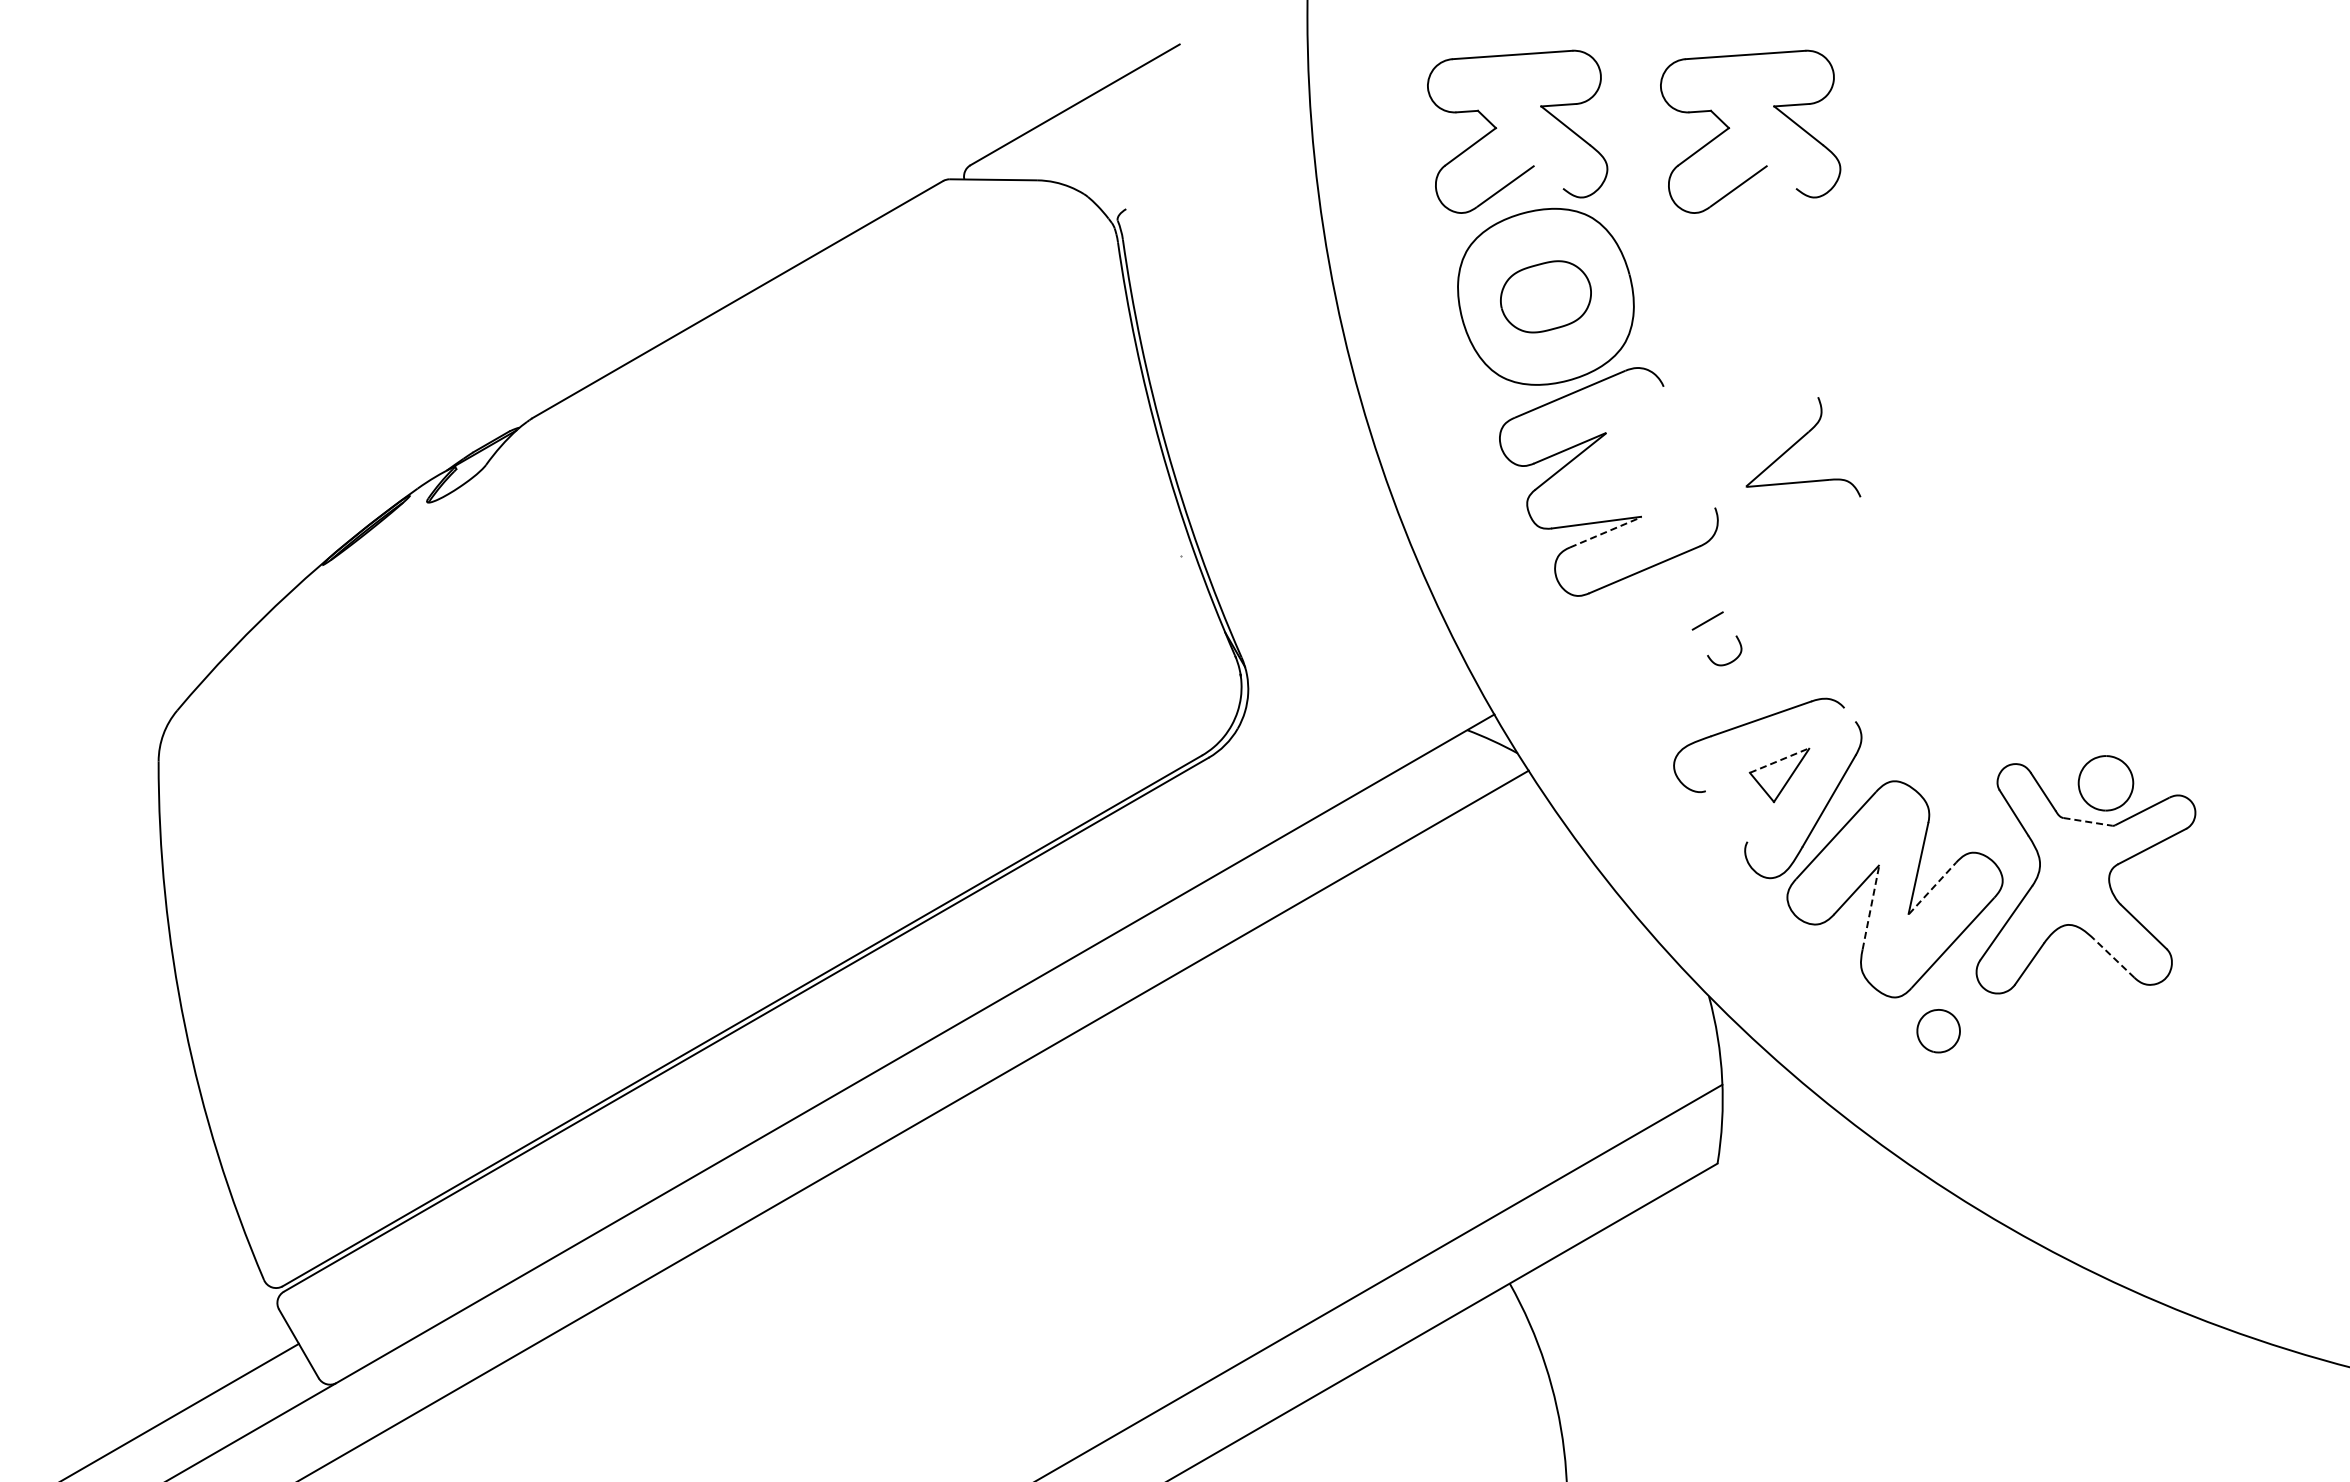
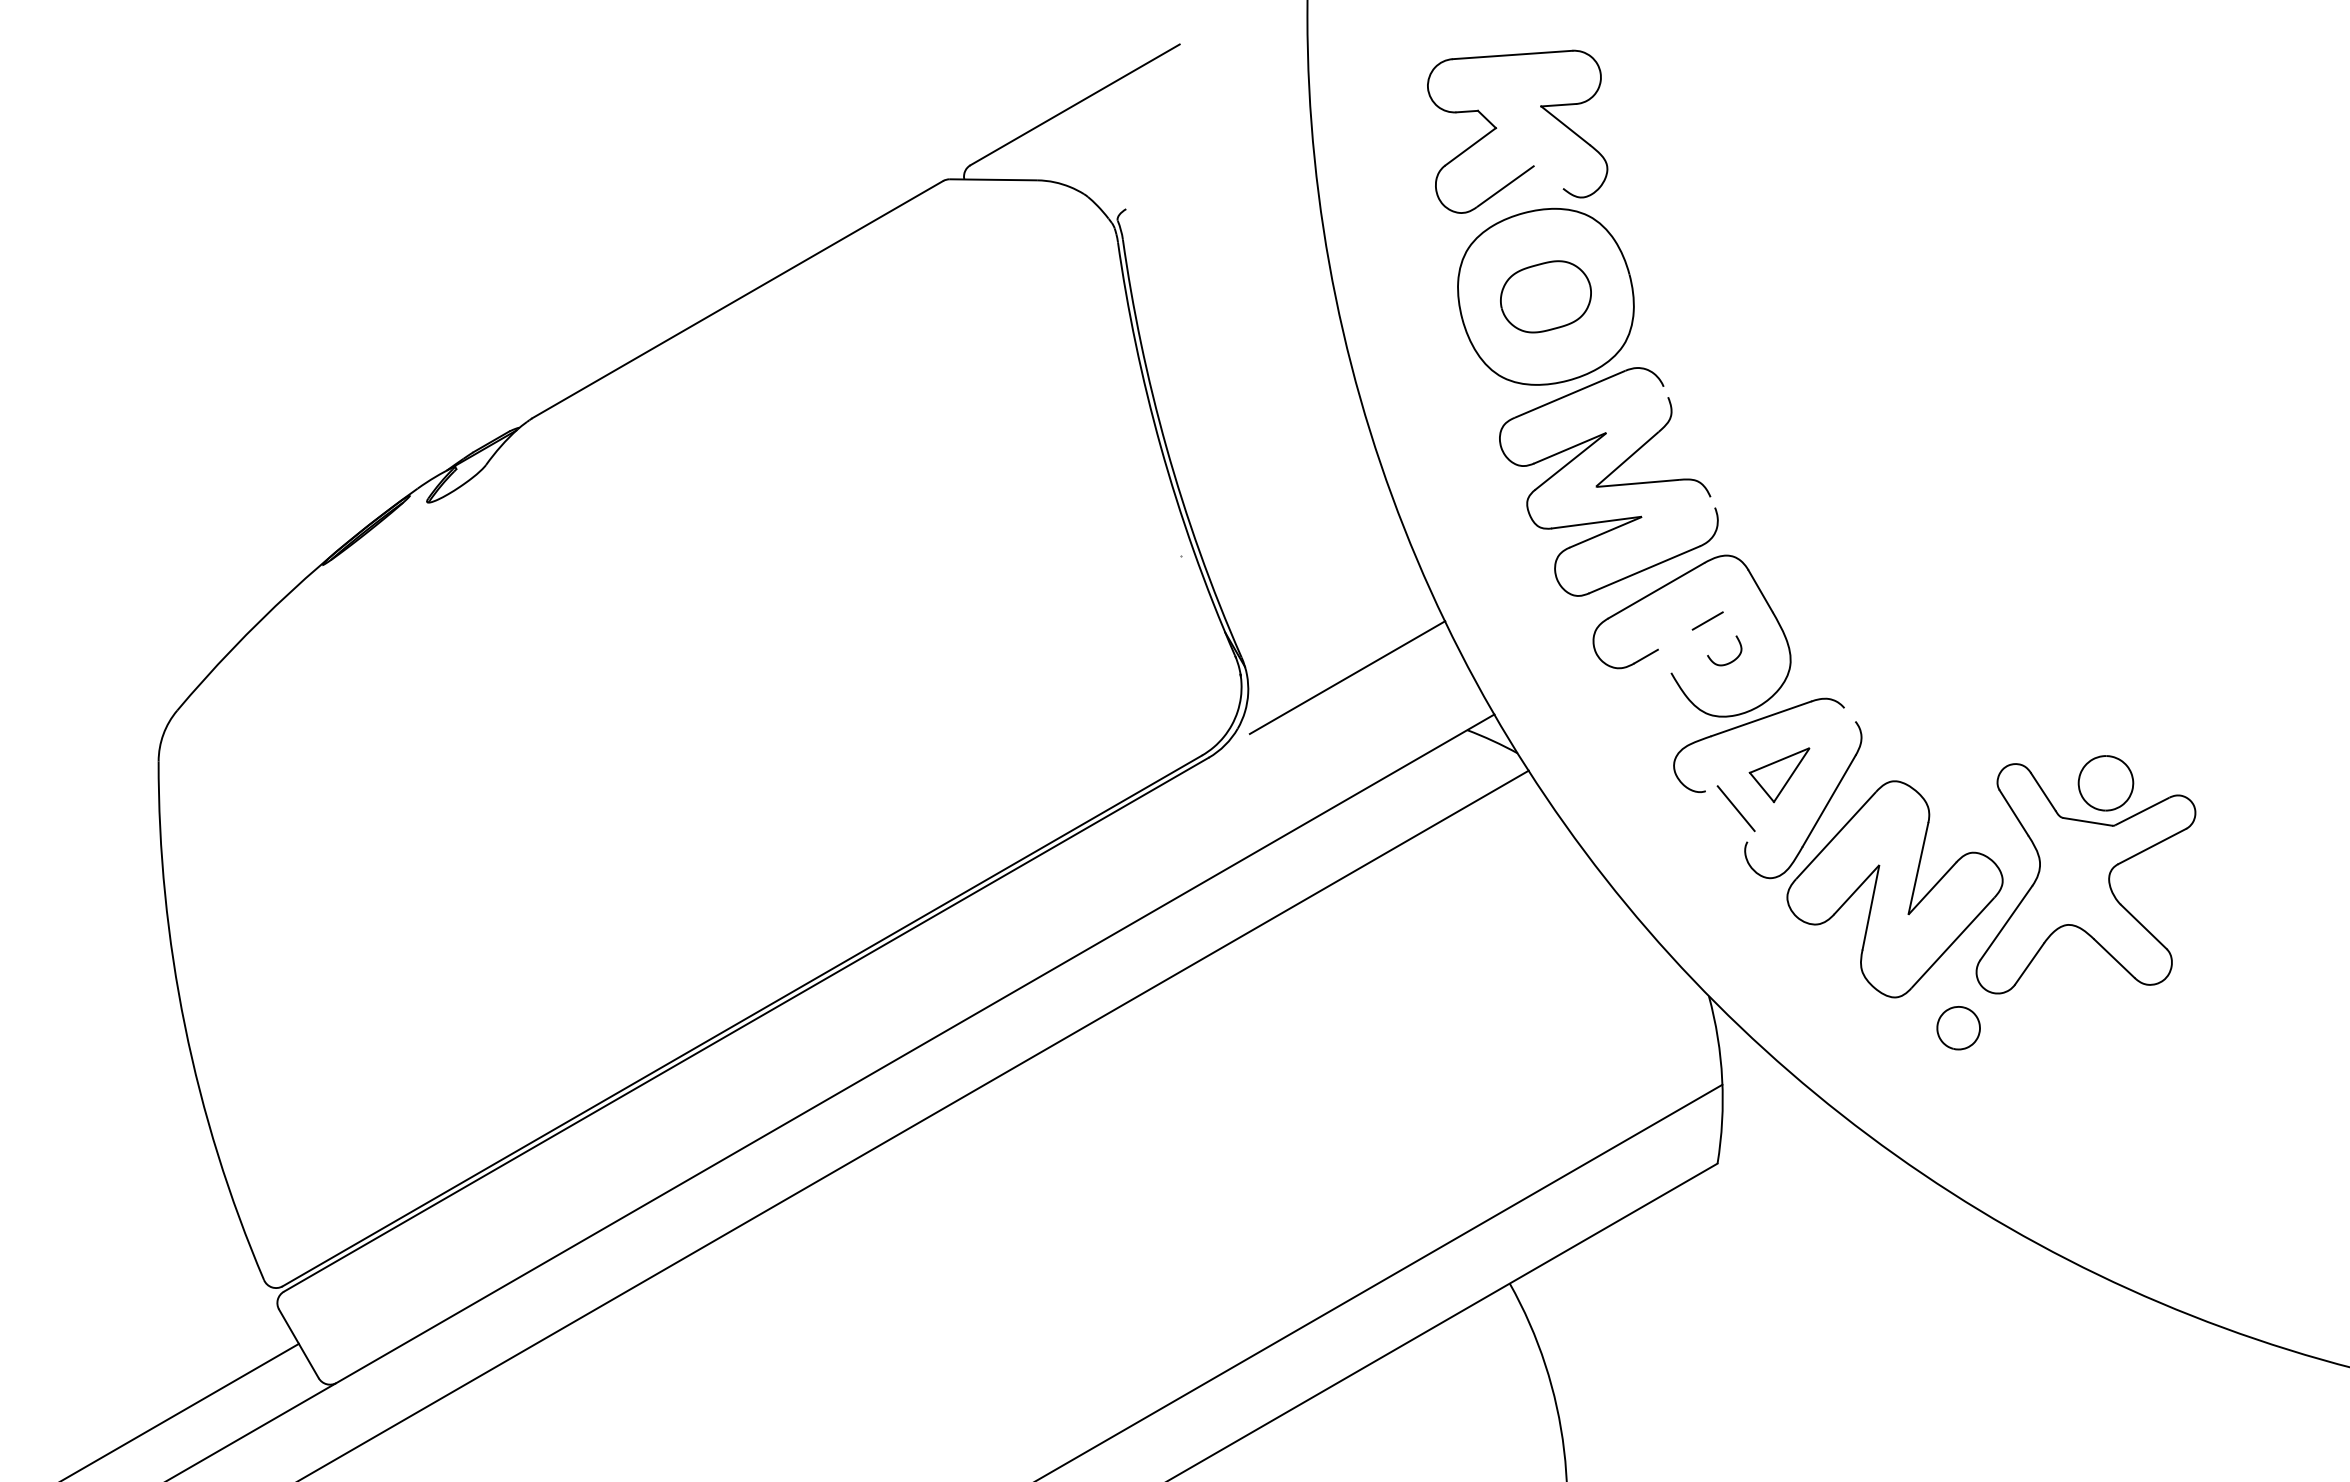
part at (1730, 128): present -> none
part at (1798, 442) position: (1798, 442) -> (1648, 442)
line at (1605, 532): dashed -> solid
part at (1658, 648): none -> present
line at (1347, 677): none -> present
line at (1779, 760): dashed -> solid
line at (1735, 808): none -> present
line at (2087, 821): dashed -> solid
line at (1932, 888): dashed -> solid
line at (1870, 907): dashed -> solid
line at (2114, 958): dashed -> solid
part at (1938, 1031) position: (1938, 1031) -> (1958, 1028)
